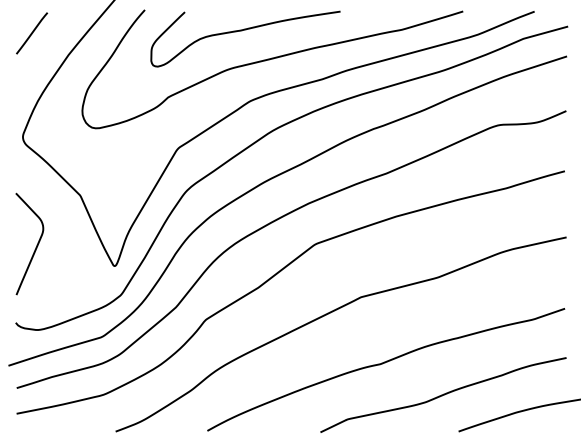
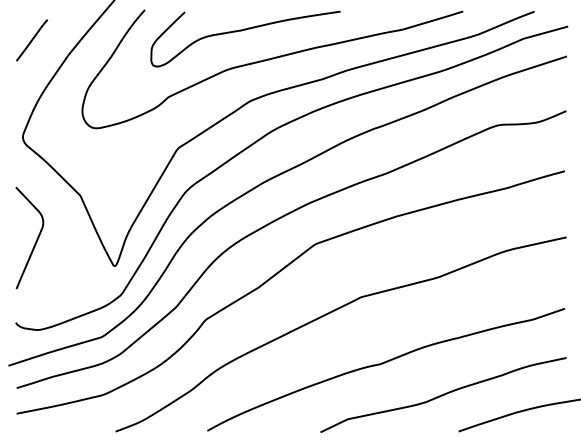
line at (32, 33) position: (32, 33) -> (32, 40)
curve at (35, 247) position: (35, 247) -> (35, 241)
